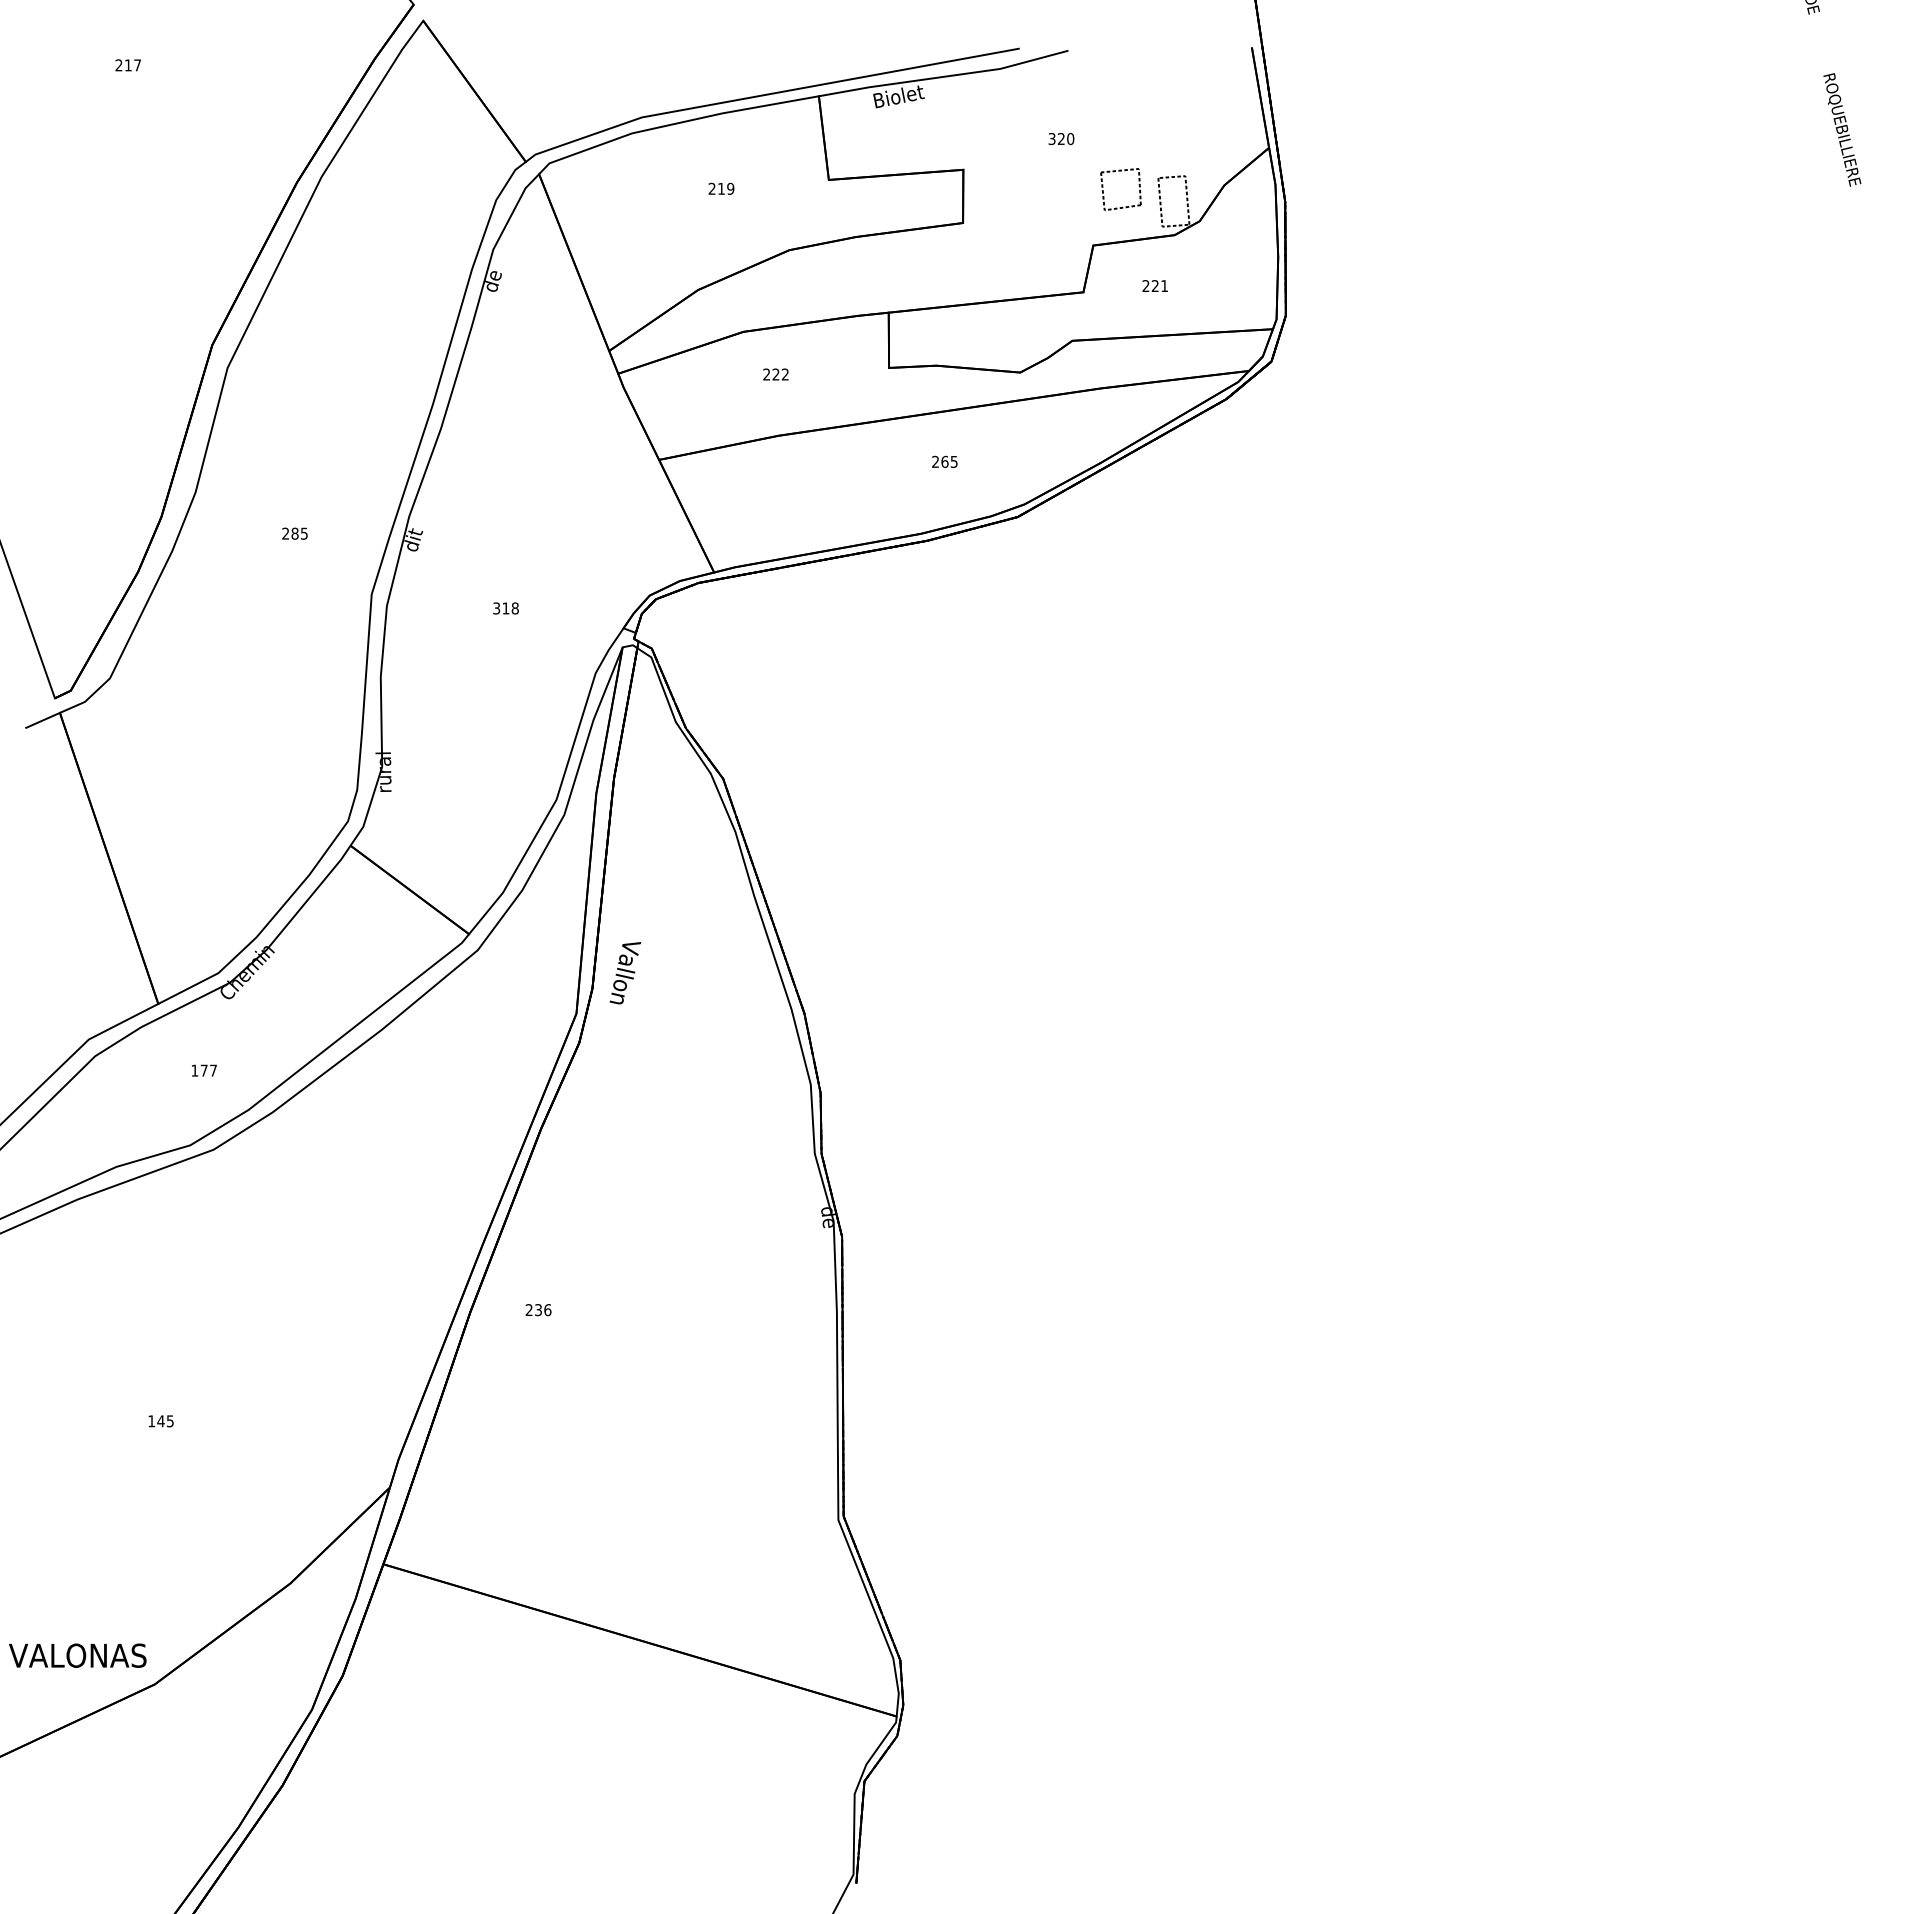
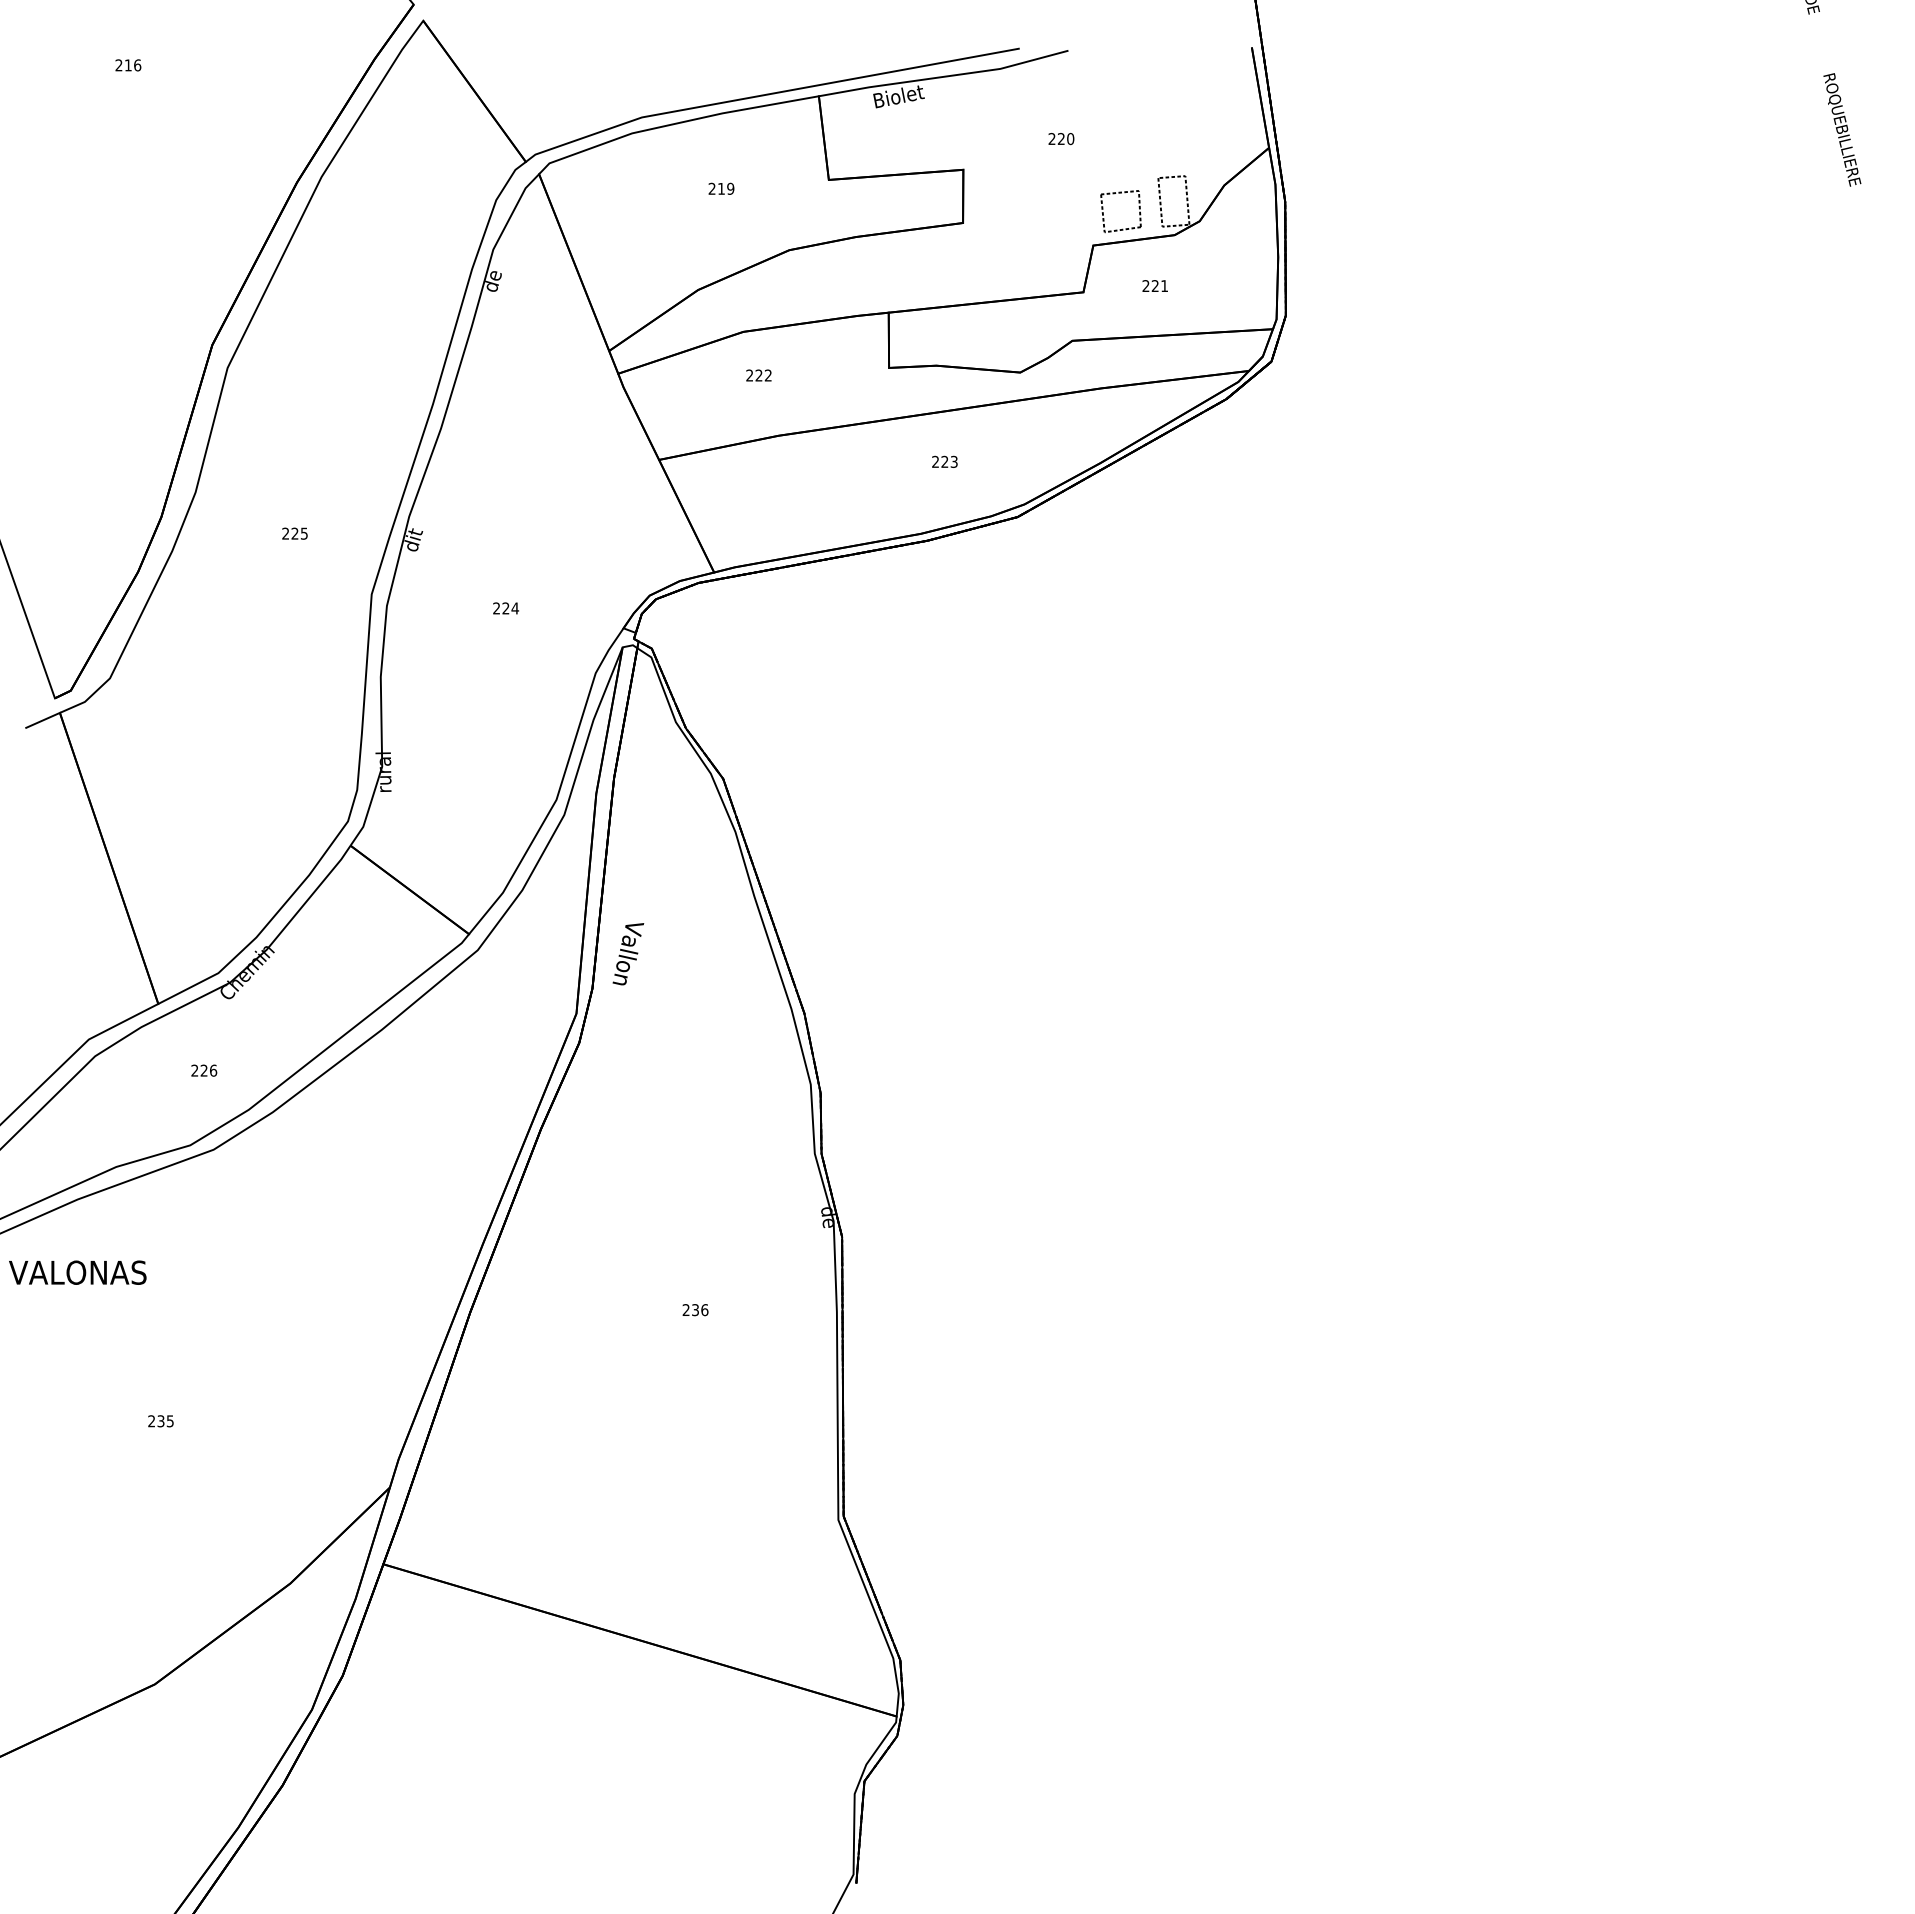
text at (137, 65): 217 -> 216
text at (1051, 139): 320 -> 220
part at (1103, 190) position: (1103, 190) -> (1103, 212)
text at (775, 374) position: (775, 374) -> (758, 375)
text at (949, 461): 265 -> 223
text at (294, 533): 285 -> 225
text at (506, 608): 318 -> 224
text at (625, 973) position: (625, 973) -> (628, 954)
text at (204, 1070): 177 -> 226
text at (538, 1310) position: (538, 1310) -> (695, 1310)
text at (156, 1421): 145 -> 235
text at (77, 1655) position: (77, 1655) -> (77, 1272)
